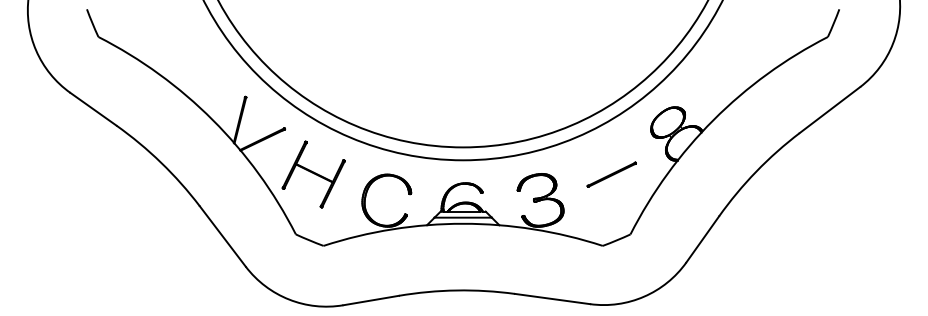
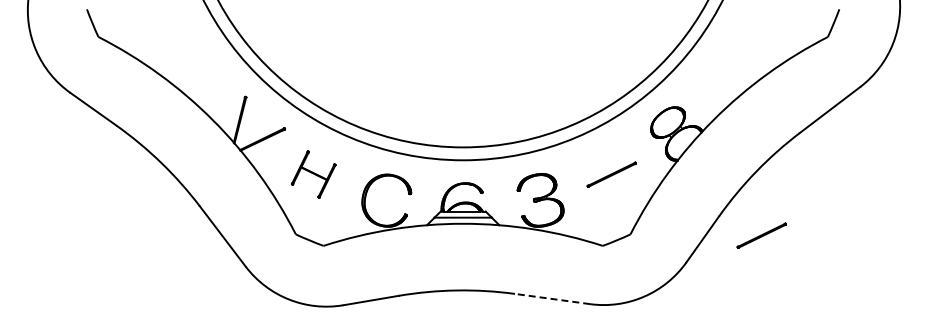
part at (313, 174) size: 65x69 px -> 46x49 px
line at (761, 235): none -> present
line at (552, 299): solid -> dashed
